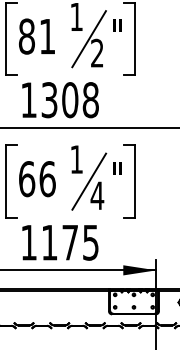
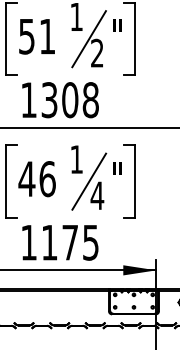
text at (26, 36): 81 -> 51
text at (26, 179): 66 -> 46
